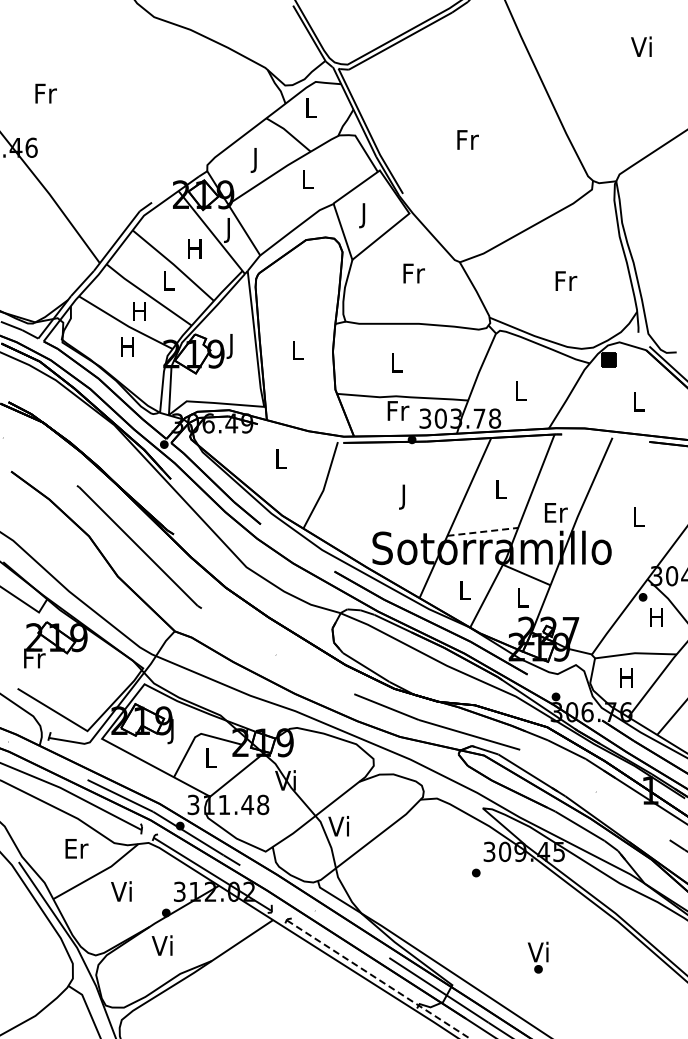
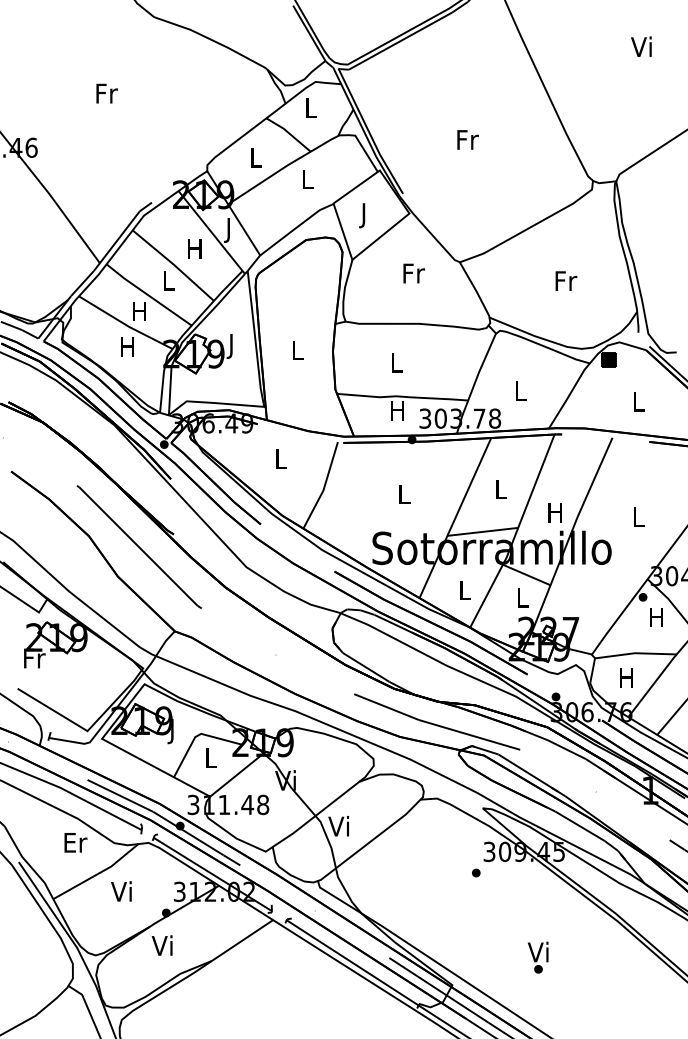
text at (45, 93) position: (45, 93) -> (106, 93)
text at (255, 160): J -> L
text at (398, 410): Fr -> H
text at (404, 496): J -> L
text at (555, 512): Er -> H
line at (482, 531): dashed -> solid
text at (76, 848) position: (76, 848) -> (75, 842)
line at (379, 979): dashed -> solid
